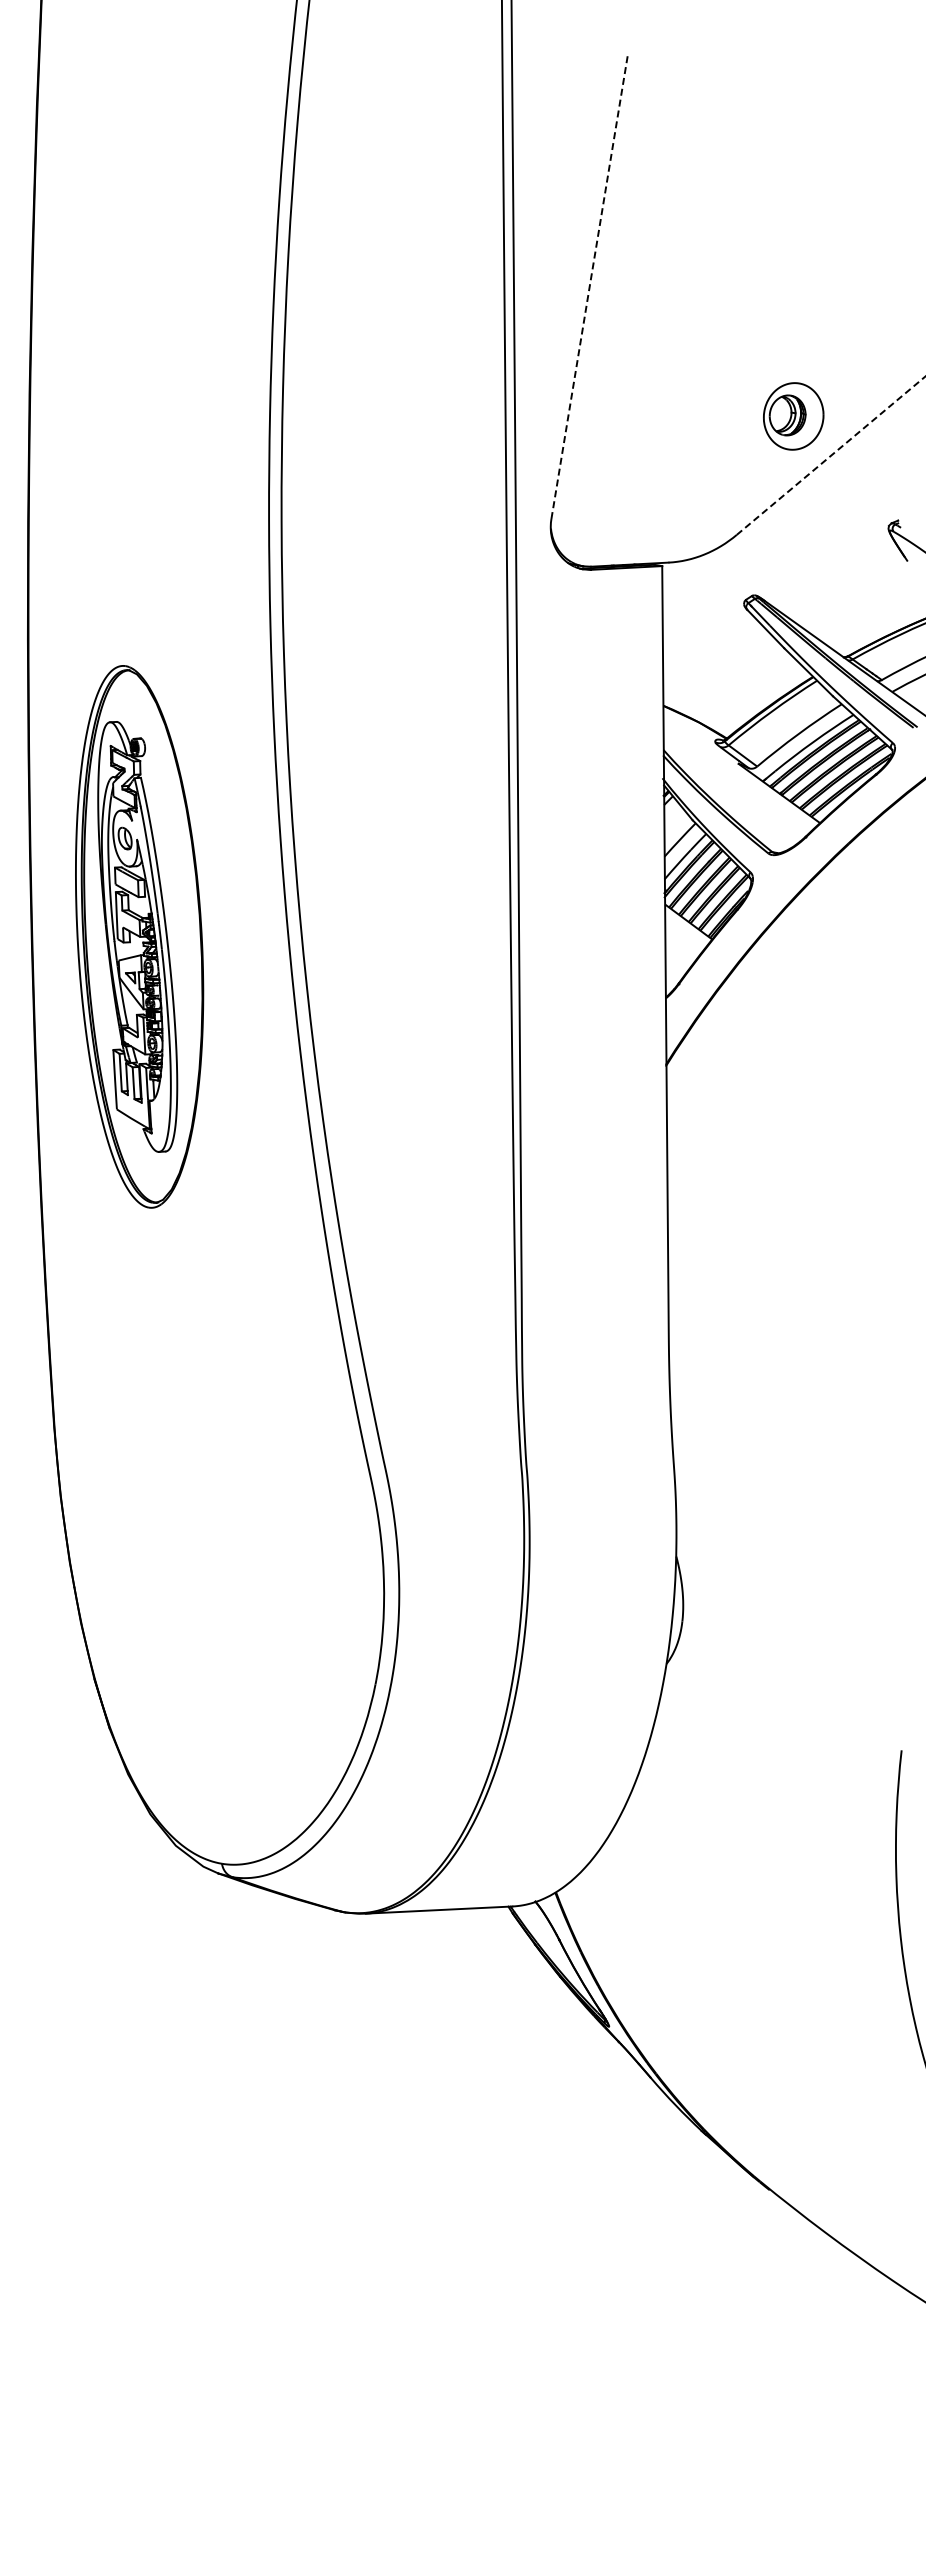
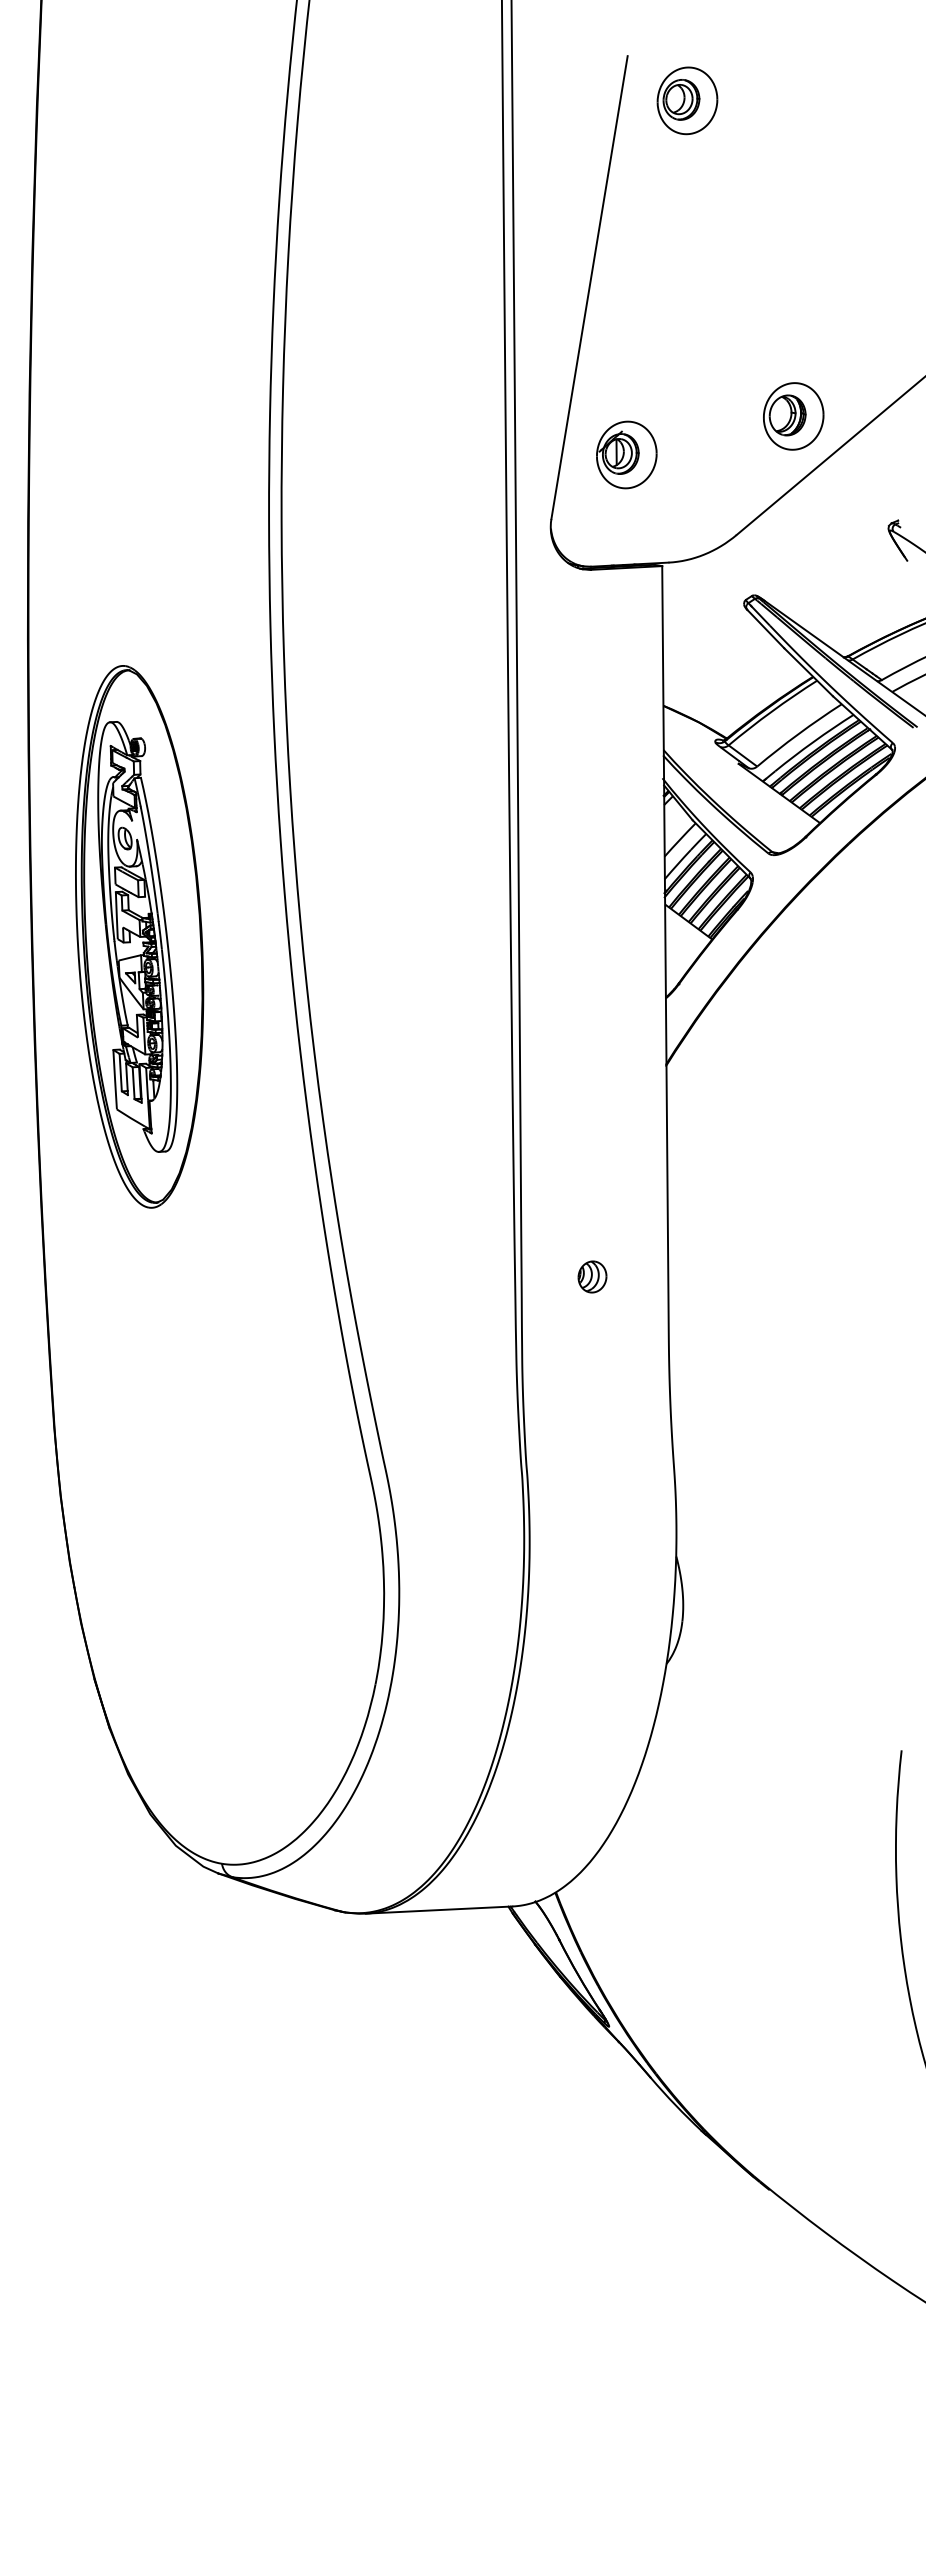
part at (687, 100): none -> present
line at (589, 287): dashed -> solid
part at (626, 454): none -> present
line at (831, 455): dashed -> solid
part at (592, 1276): none -> present
